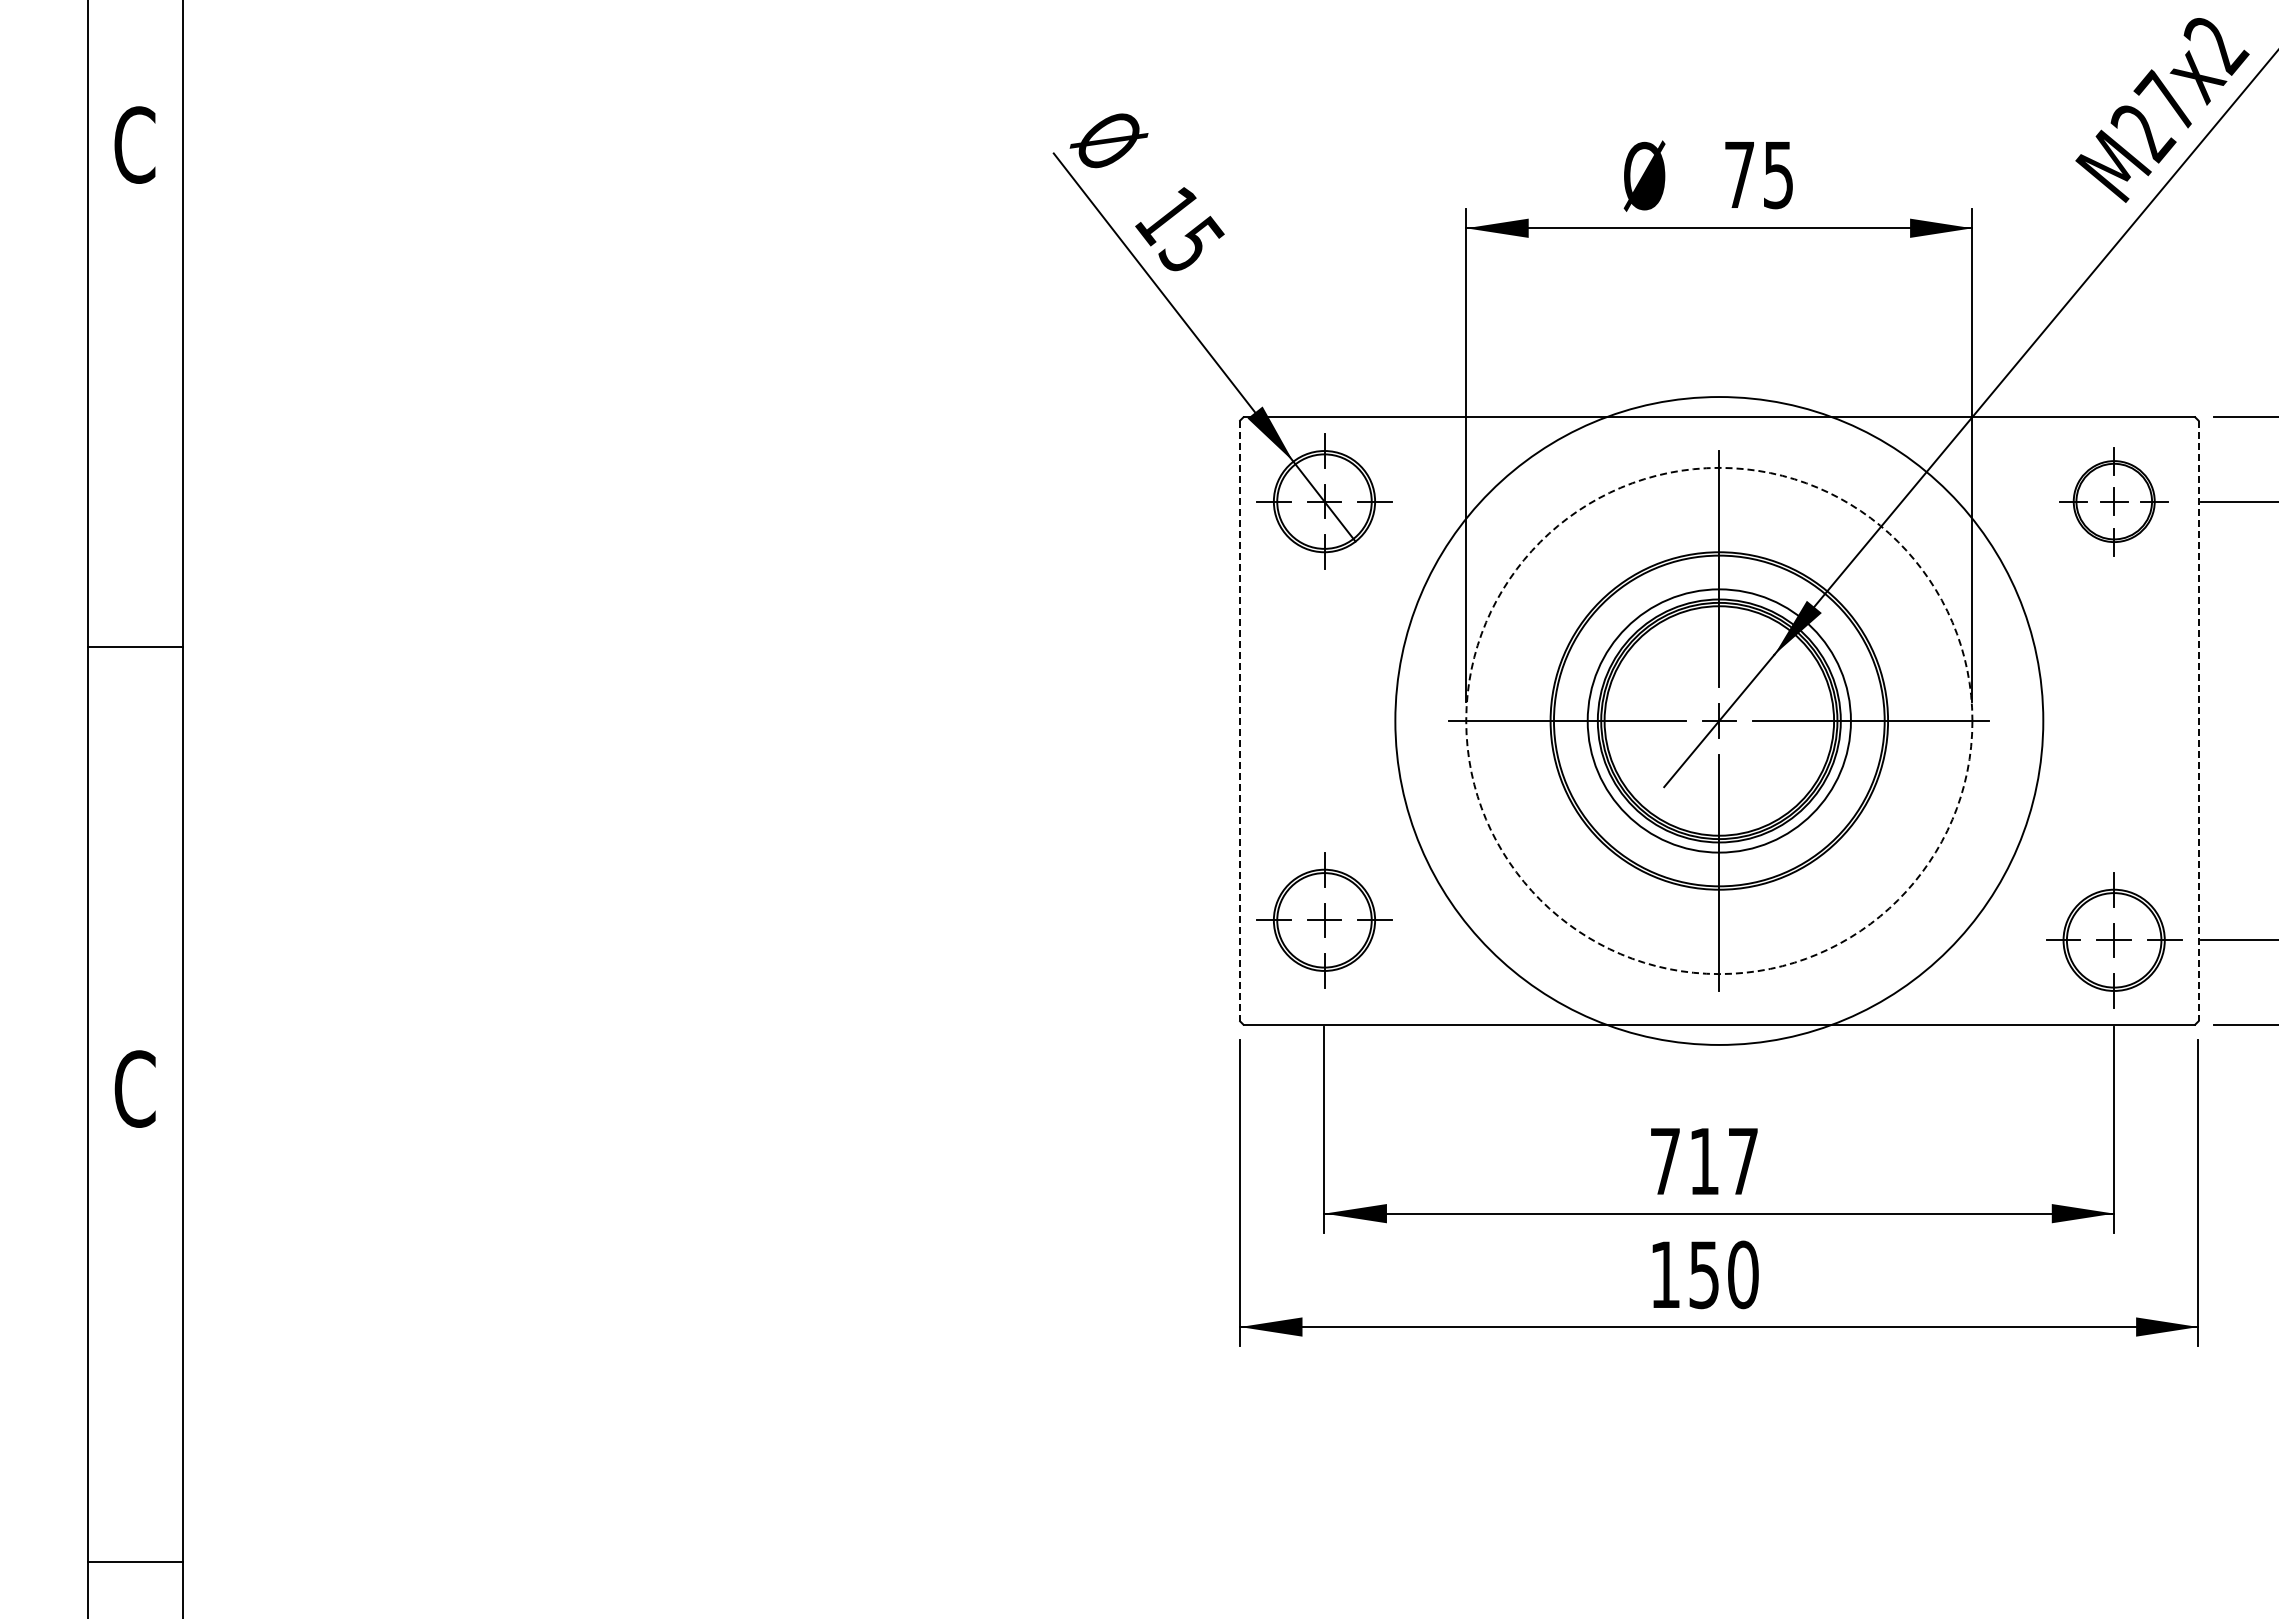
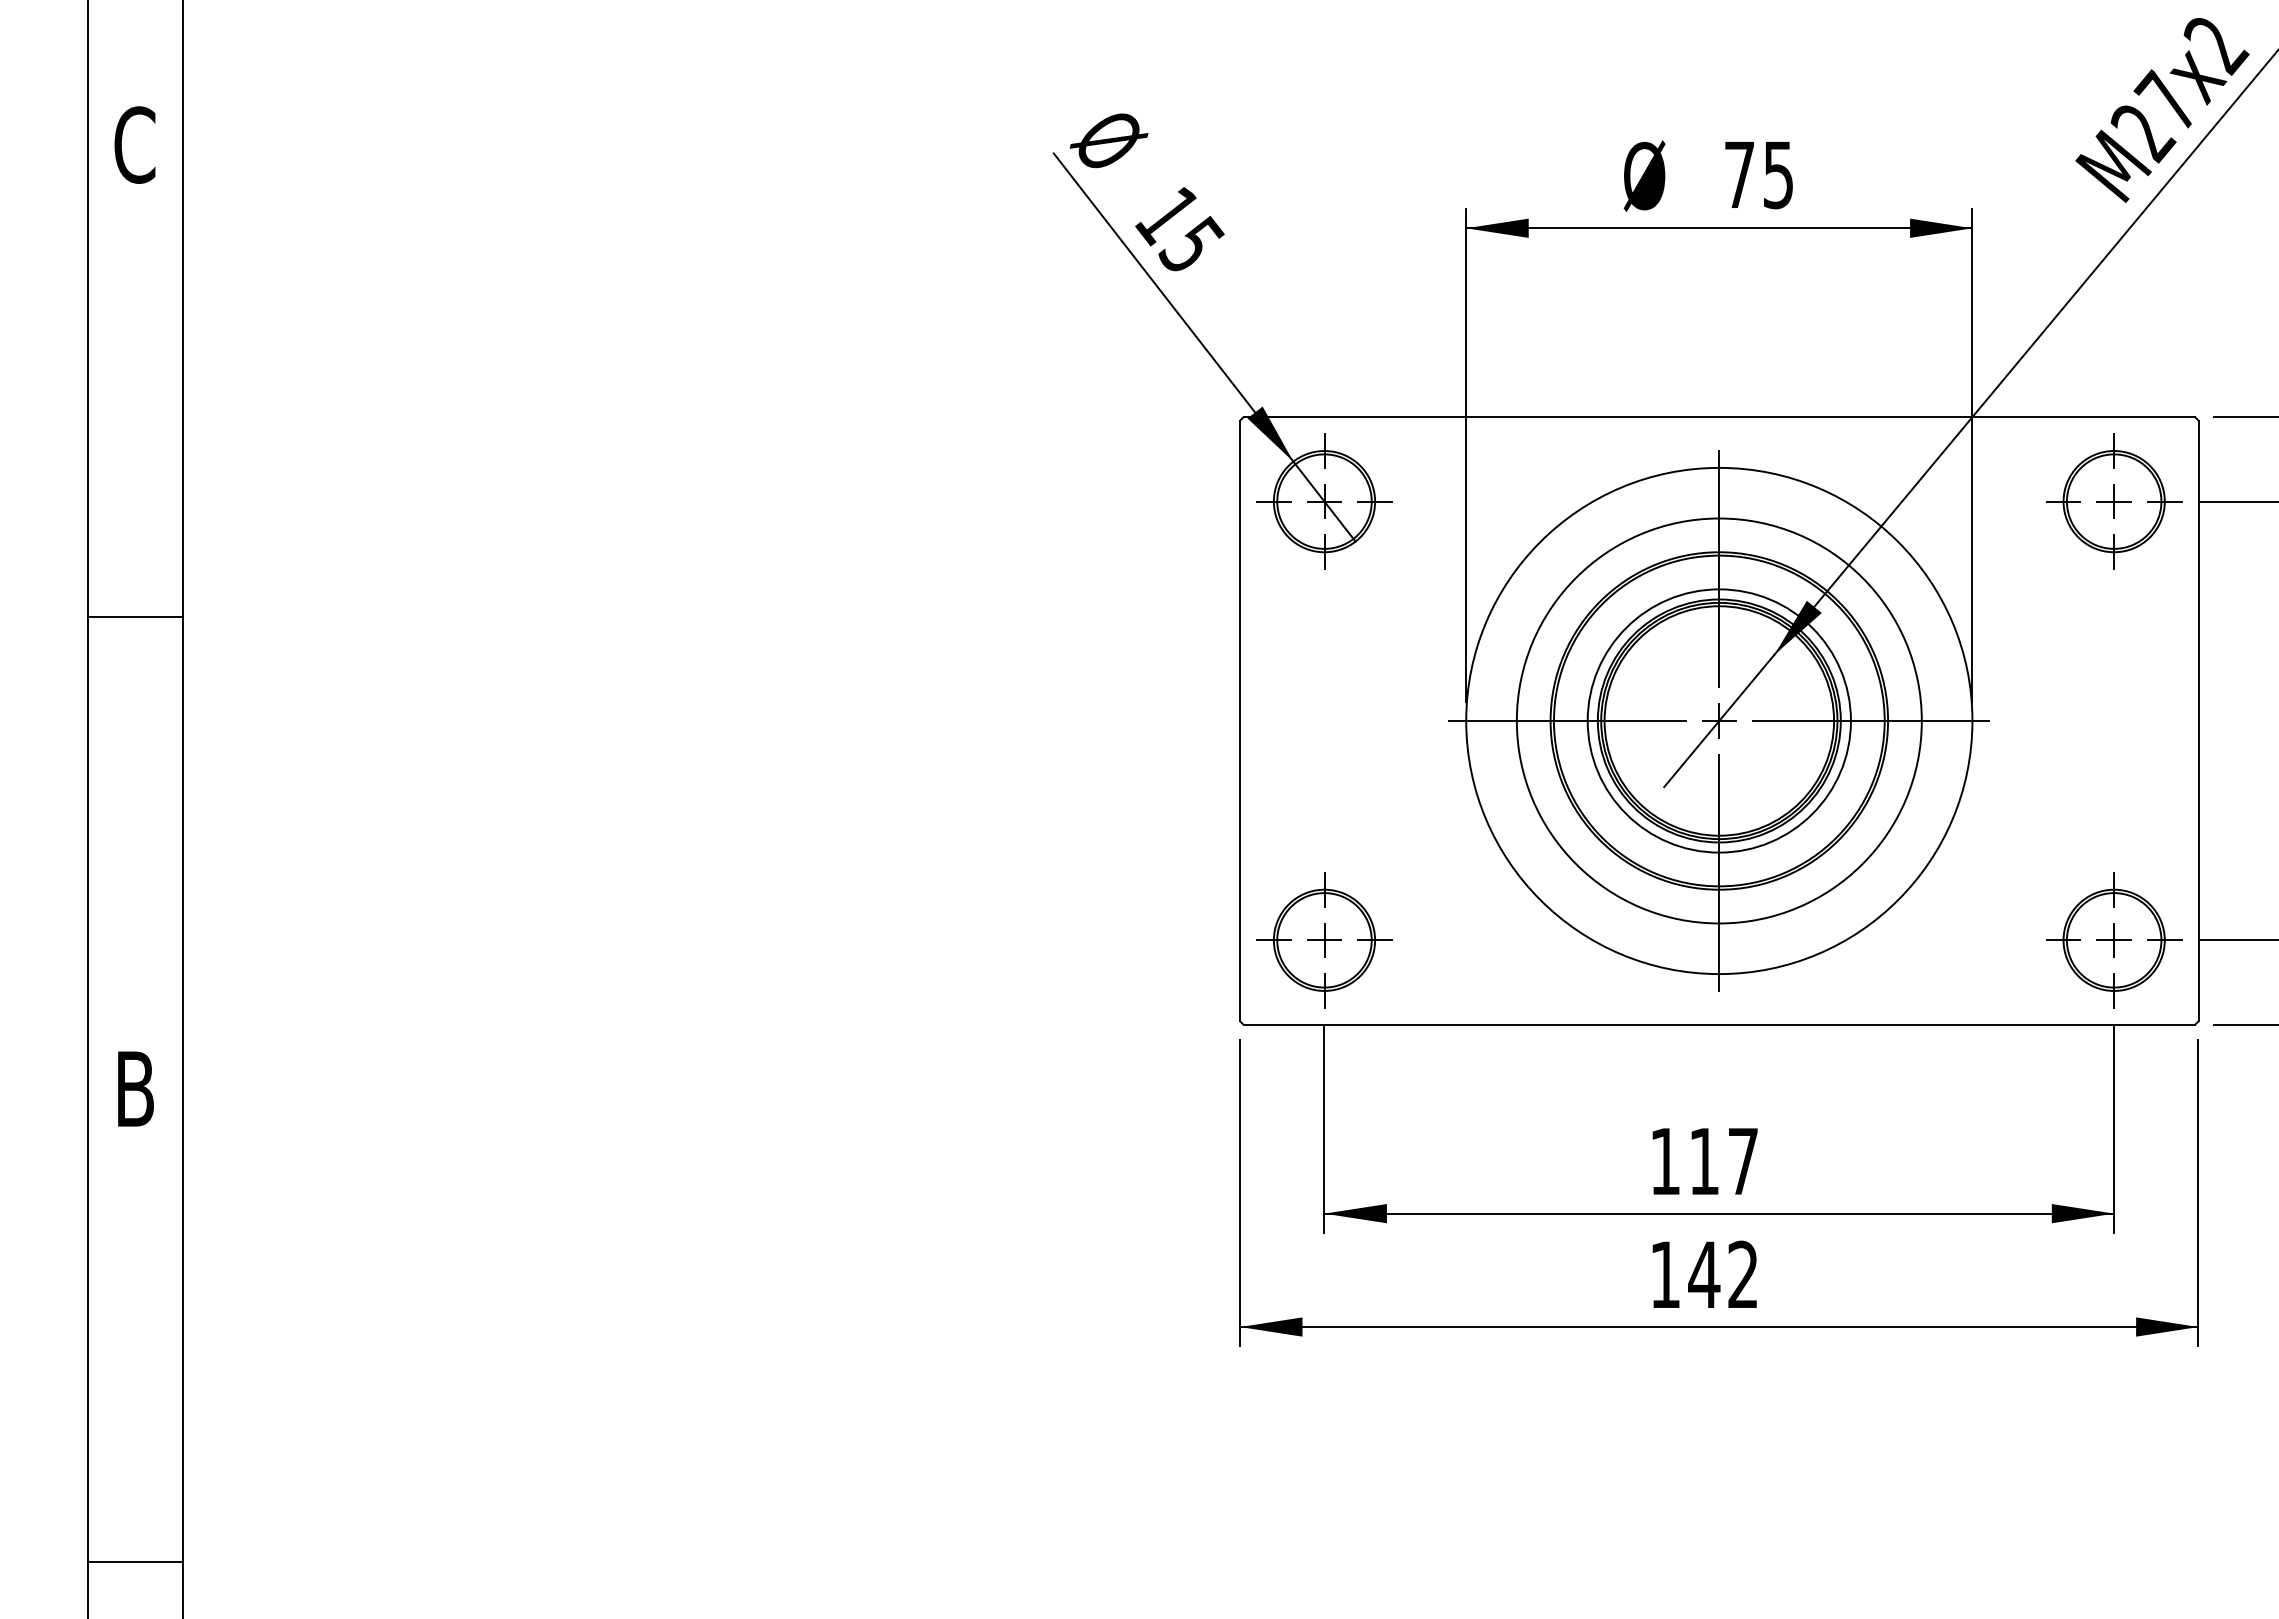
part at (2113, 501) size: 110x110 px -> 137x137 px
line at (135, 646) position: (135, 646) -> (135, 616)
circle at (1719, 720) diameter: 648 px -> 405 px
circle at (1719, 720): dashed -> solid
line at (1240, 721): dashed -> solid
line at (2198, 721): dashed -> solid
part at (1324, 920) position: (1324, 920) -> (1324, 940)
text at (134, 1088): C -> B
text at (1665, 1161): 717 -> 117
text at (1723, 1274): 150 -> 142
